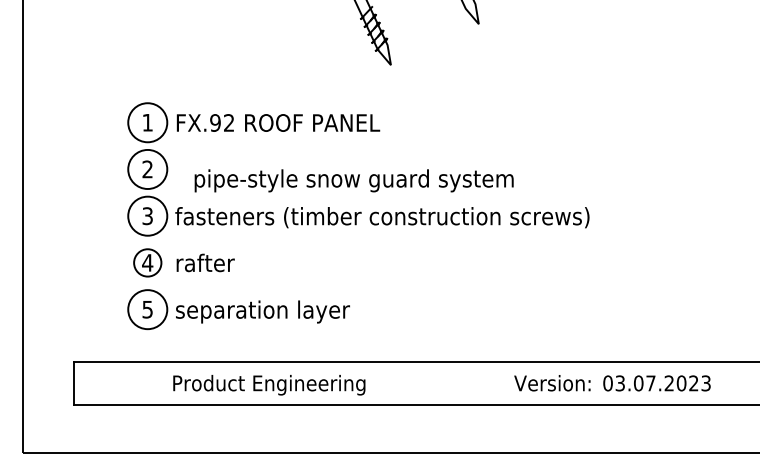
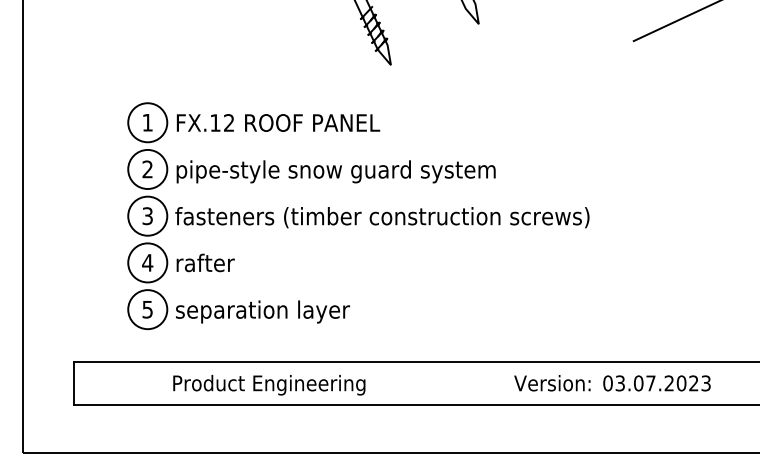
line at (675, 21): none -> present
text at (215, 122): FX.92 -> FX.12
text at (353, 180) position: (353, 180) -> (335, 171)
circle at (147, 262) diameter: 27 px -> 39 px
